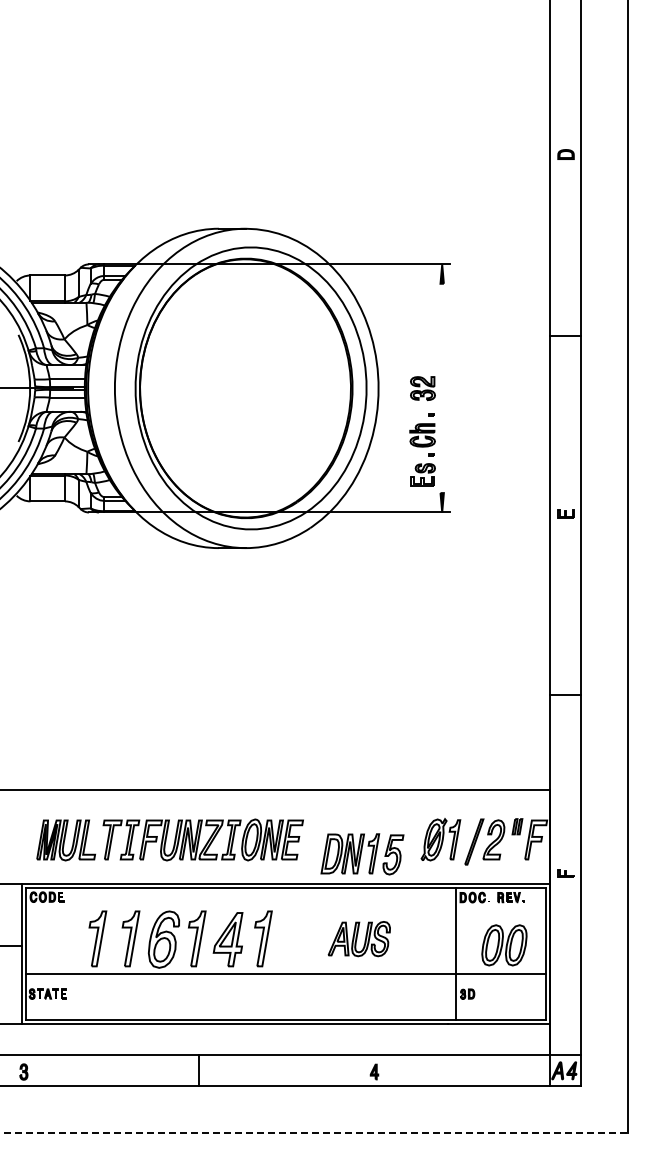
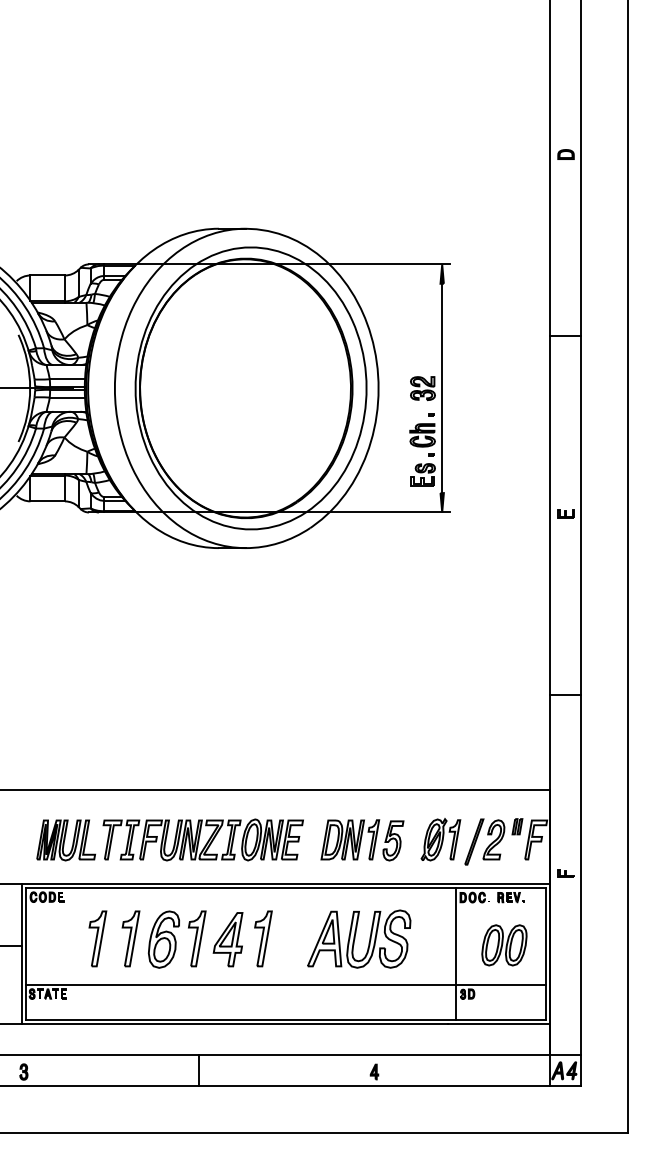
line at (442, 388): none -> present
part at (362, 854) position: (362, 854) -> (362, 840)
part at (358, 939) size: 64x37 px -> 105x60 px
line at (285, 973) position: (285, 973) -> (285, 984)
line at (314, 1132): dashed -> solid
